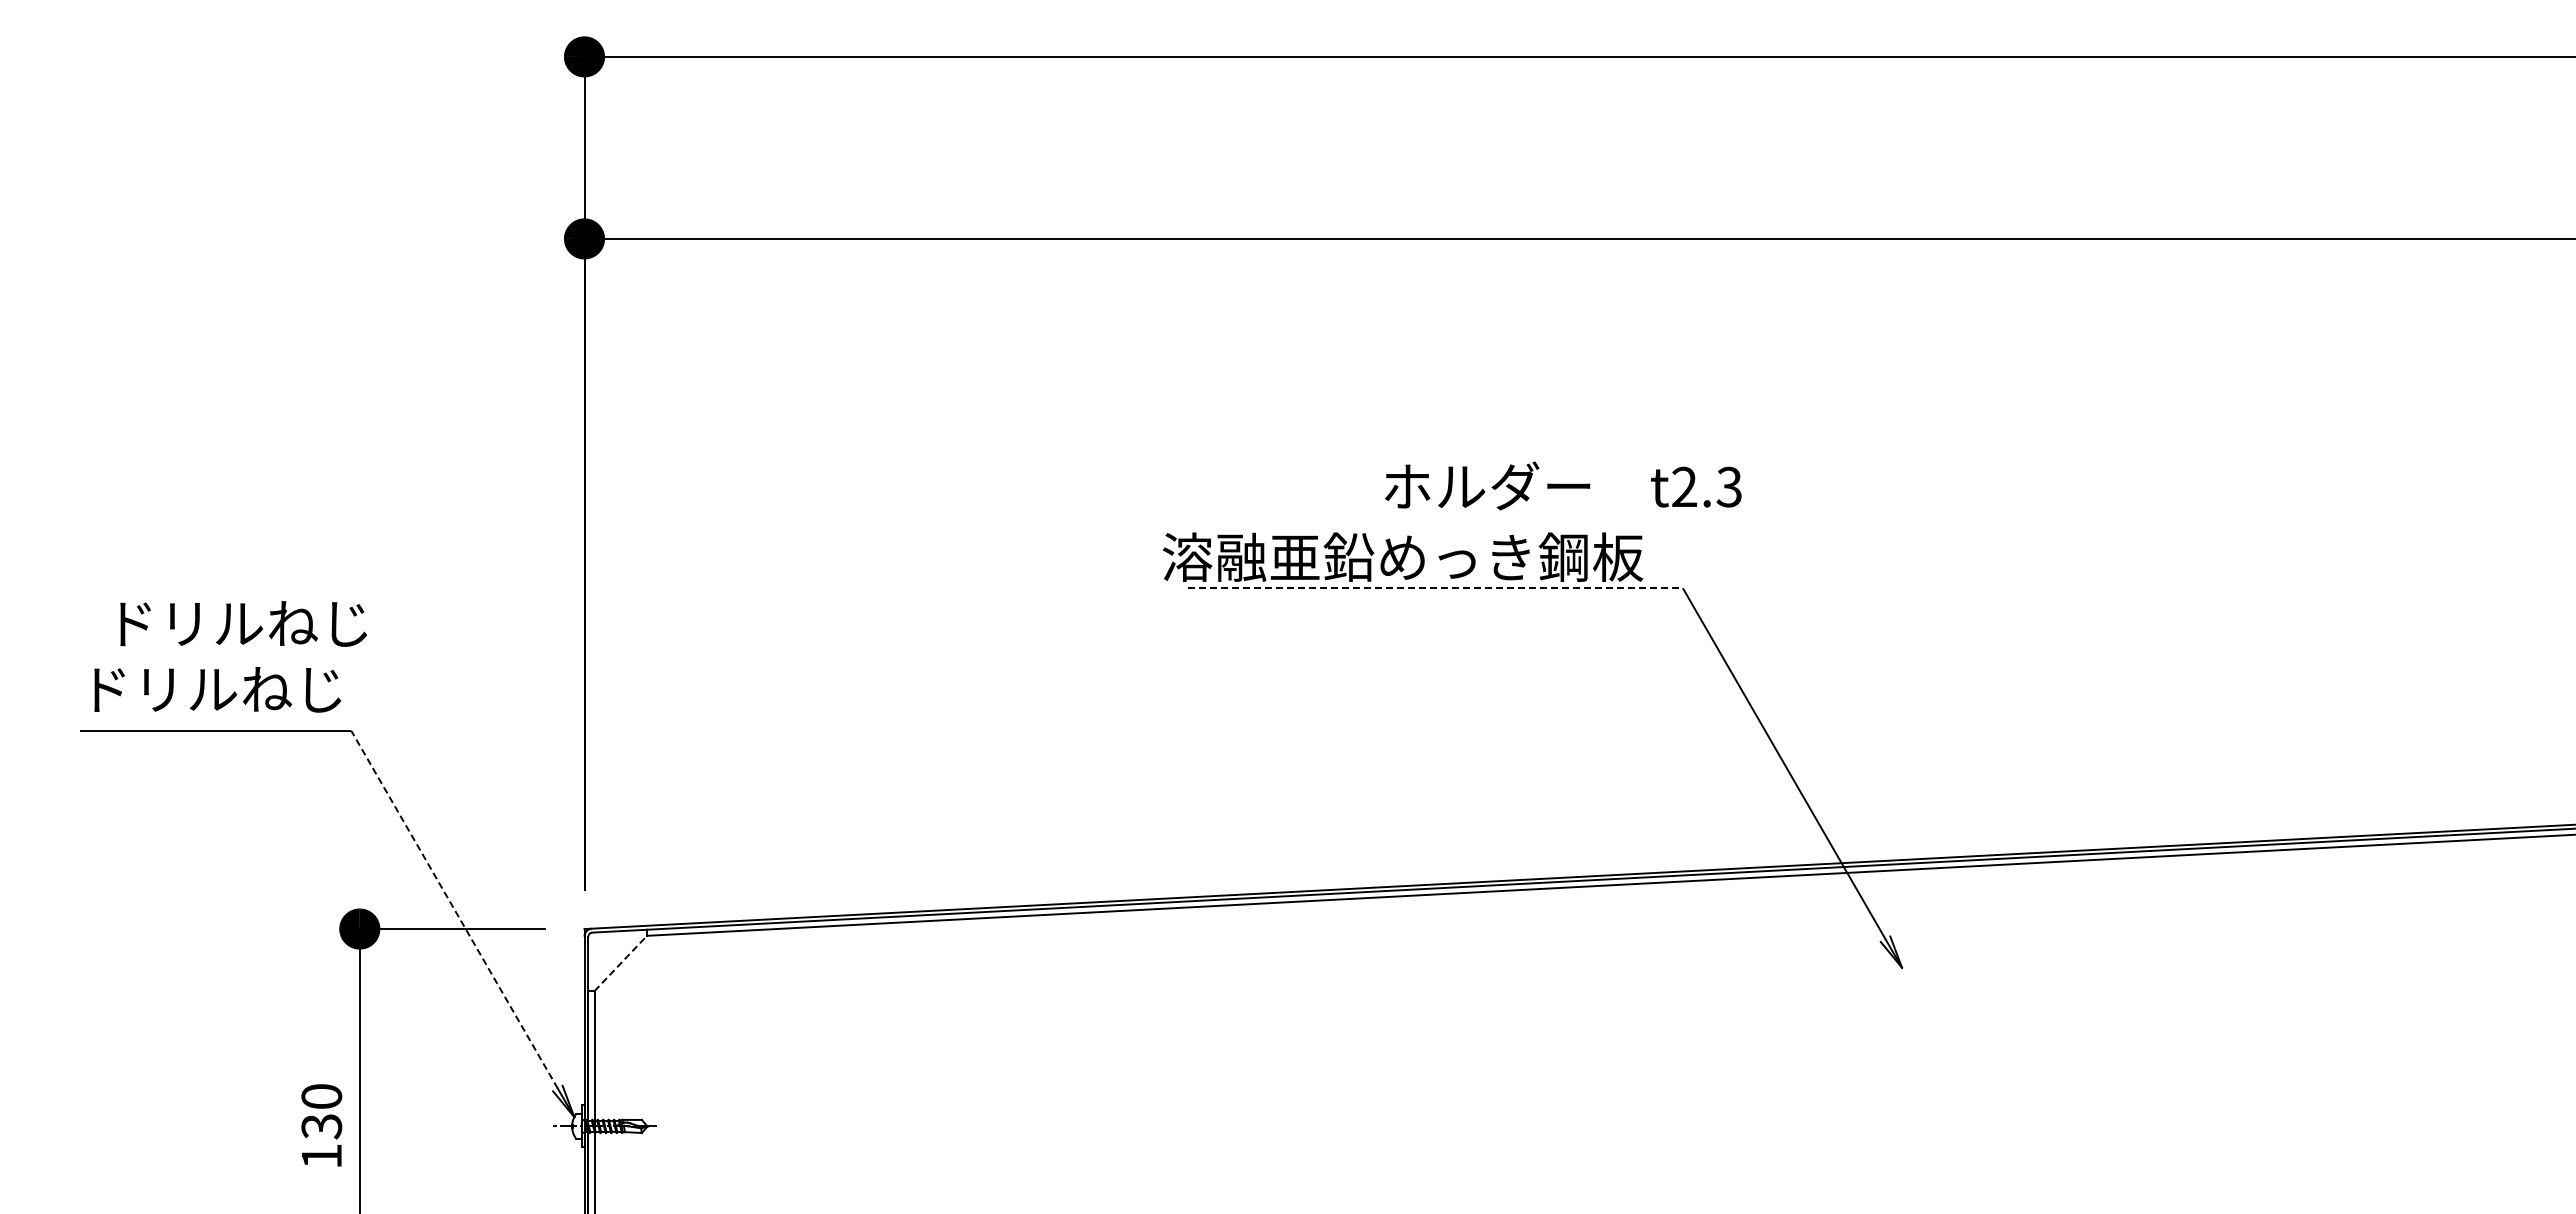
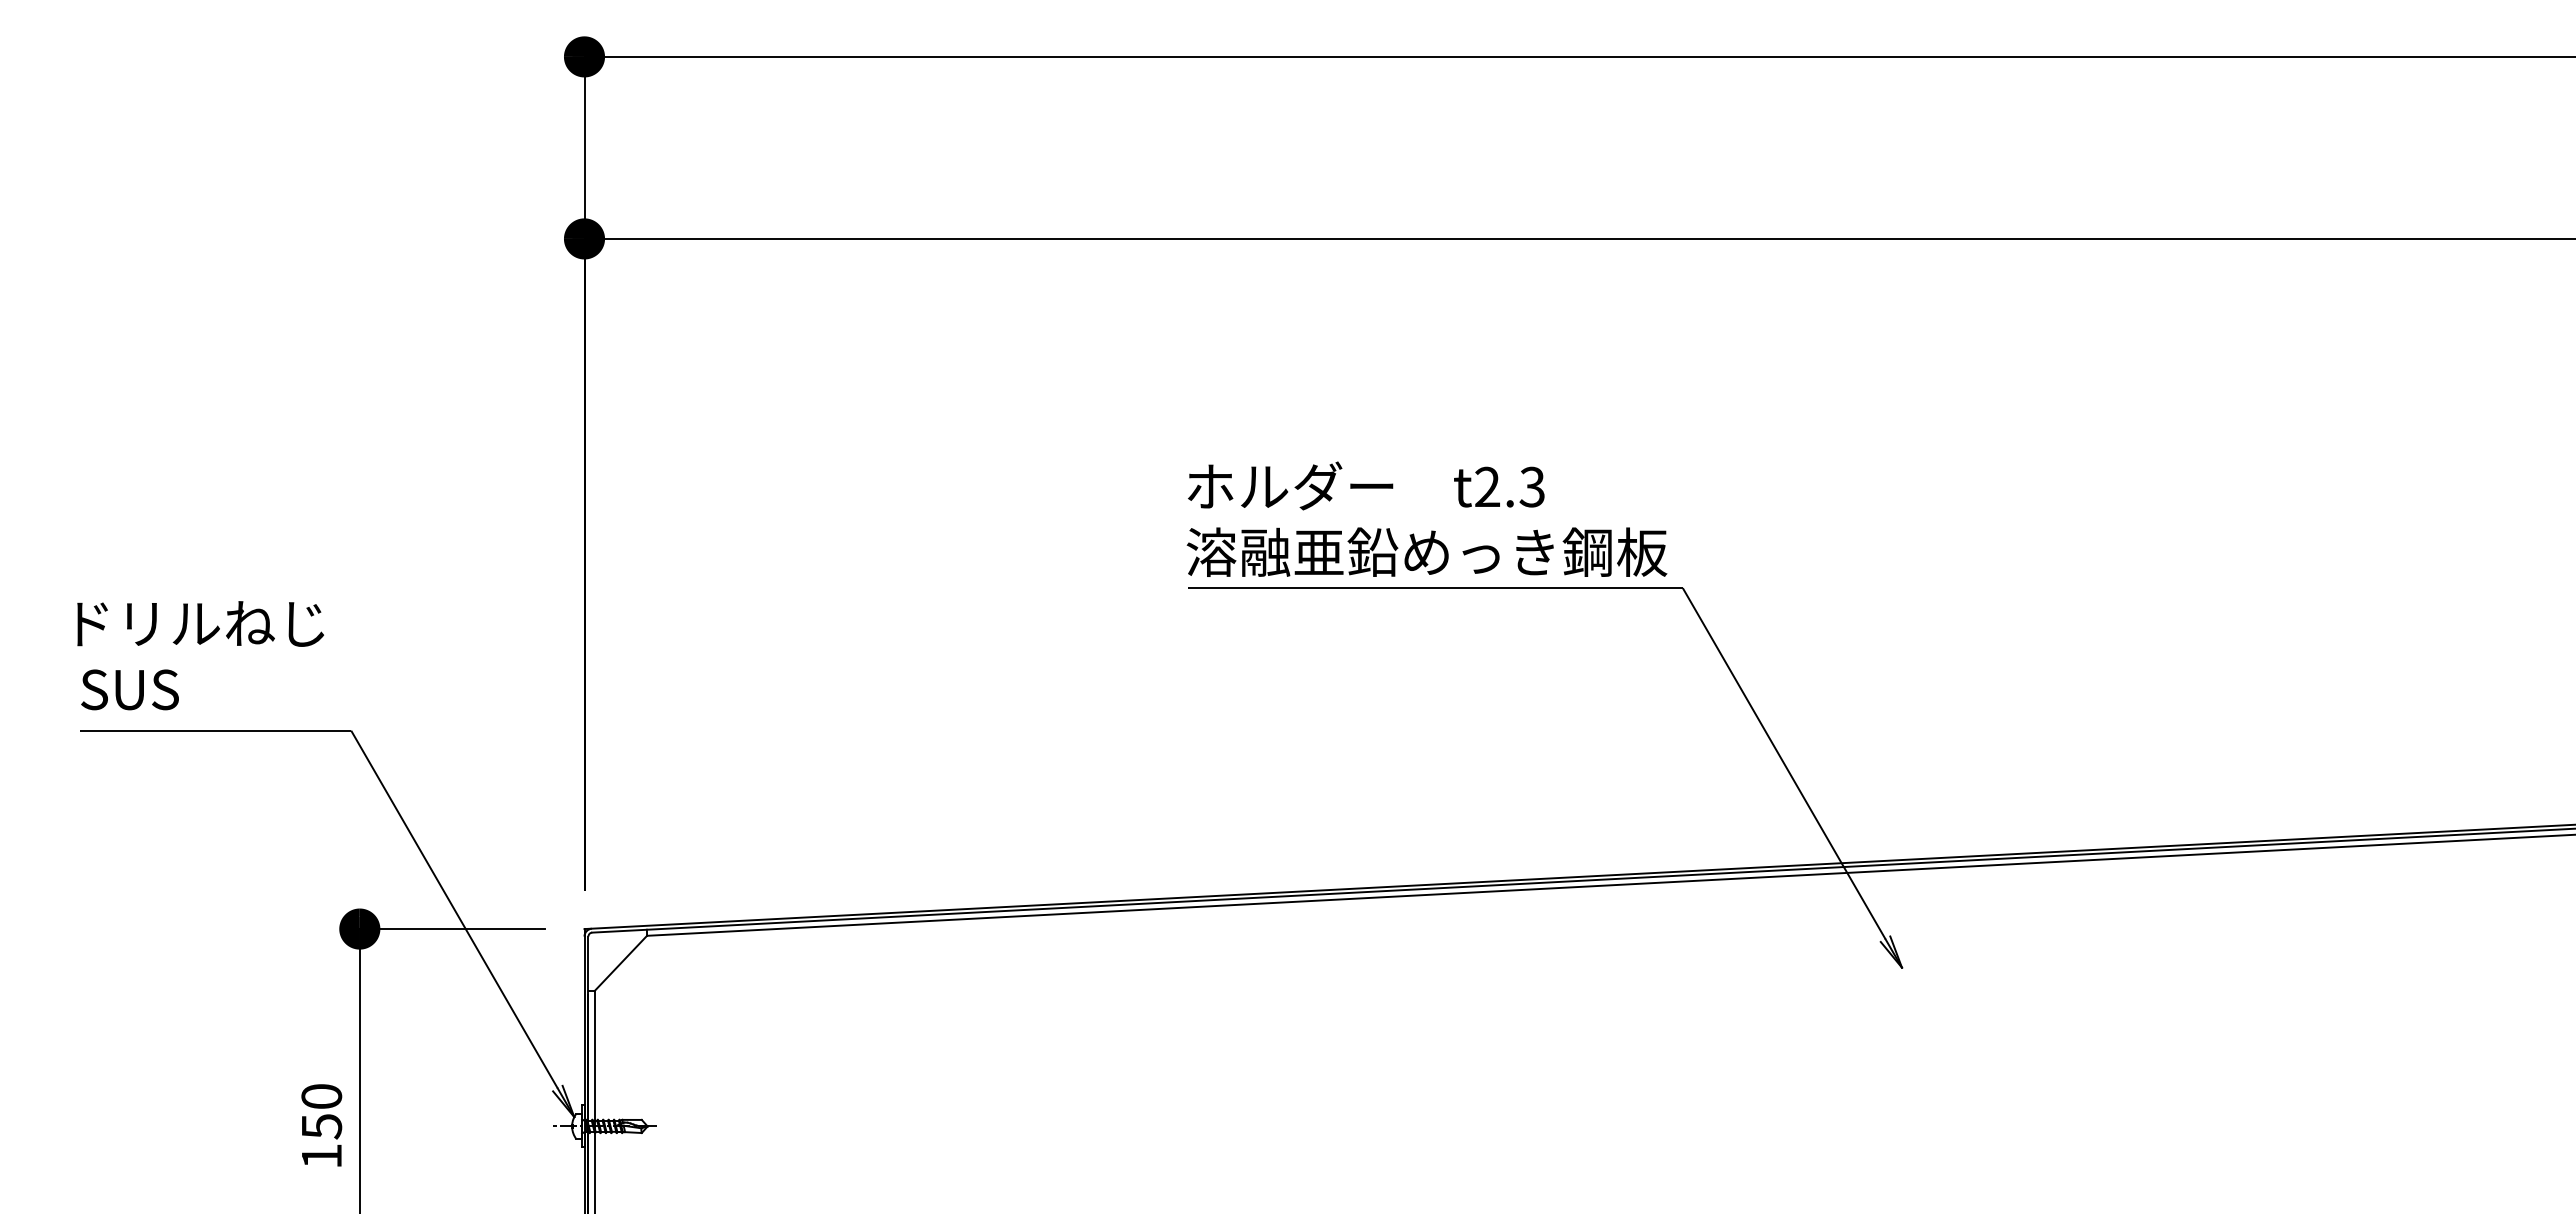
text at (1563, 485) position: (1563, 485) -> (1366, 485)
text at (1402, 556) position: (1402, 556) -> (1426, 551)
line at (1435, 588): dashed -> solid
text at (243, 623) position: (243, 623) -> (200, 623)
text at (211, 689): ドリルねじ -> SUS
line at (454, 909): dashed -> solid
line at (621, 963): dashed -> solid
text at (321, 1126): 130 -> 150
